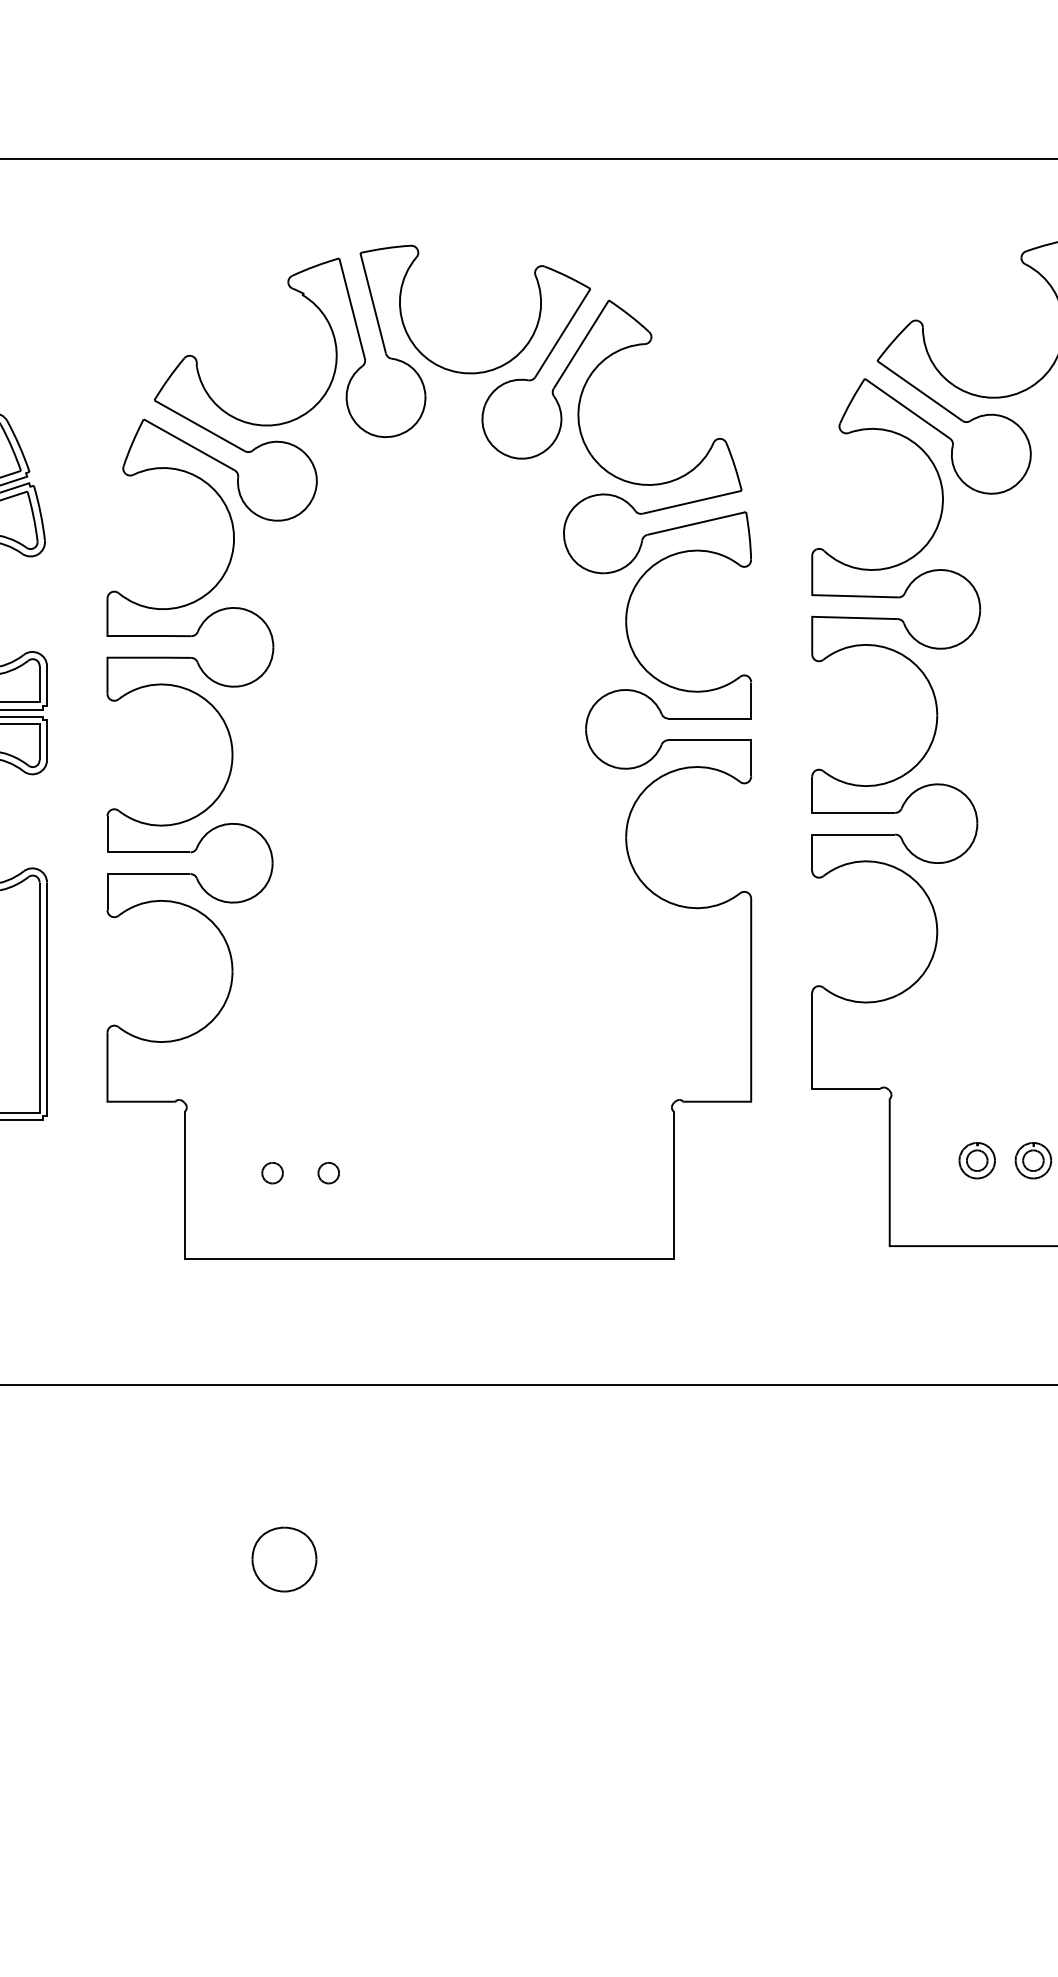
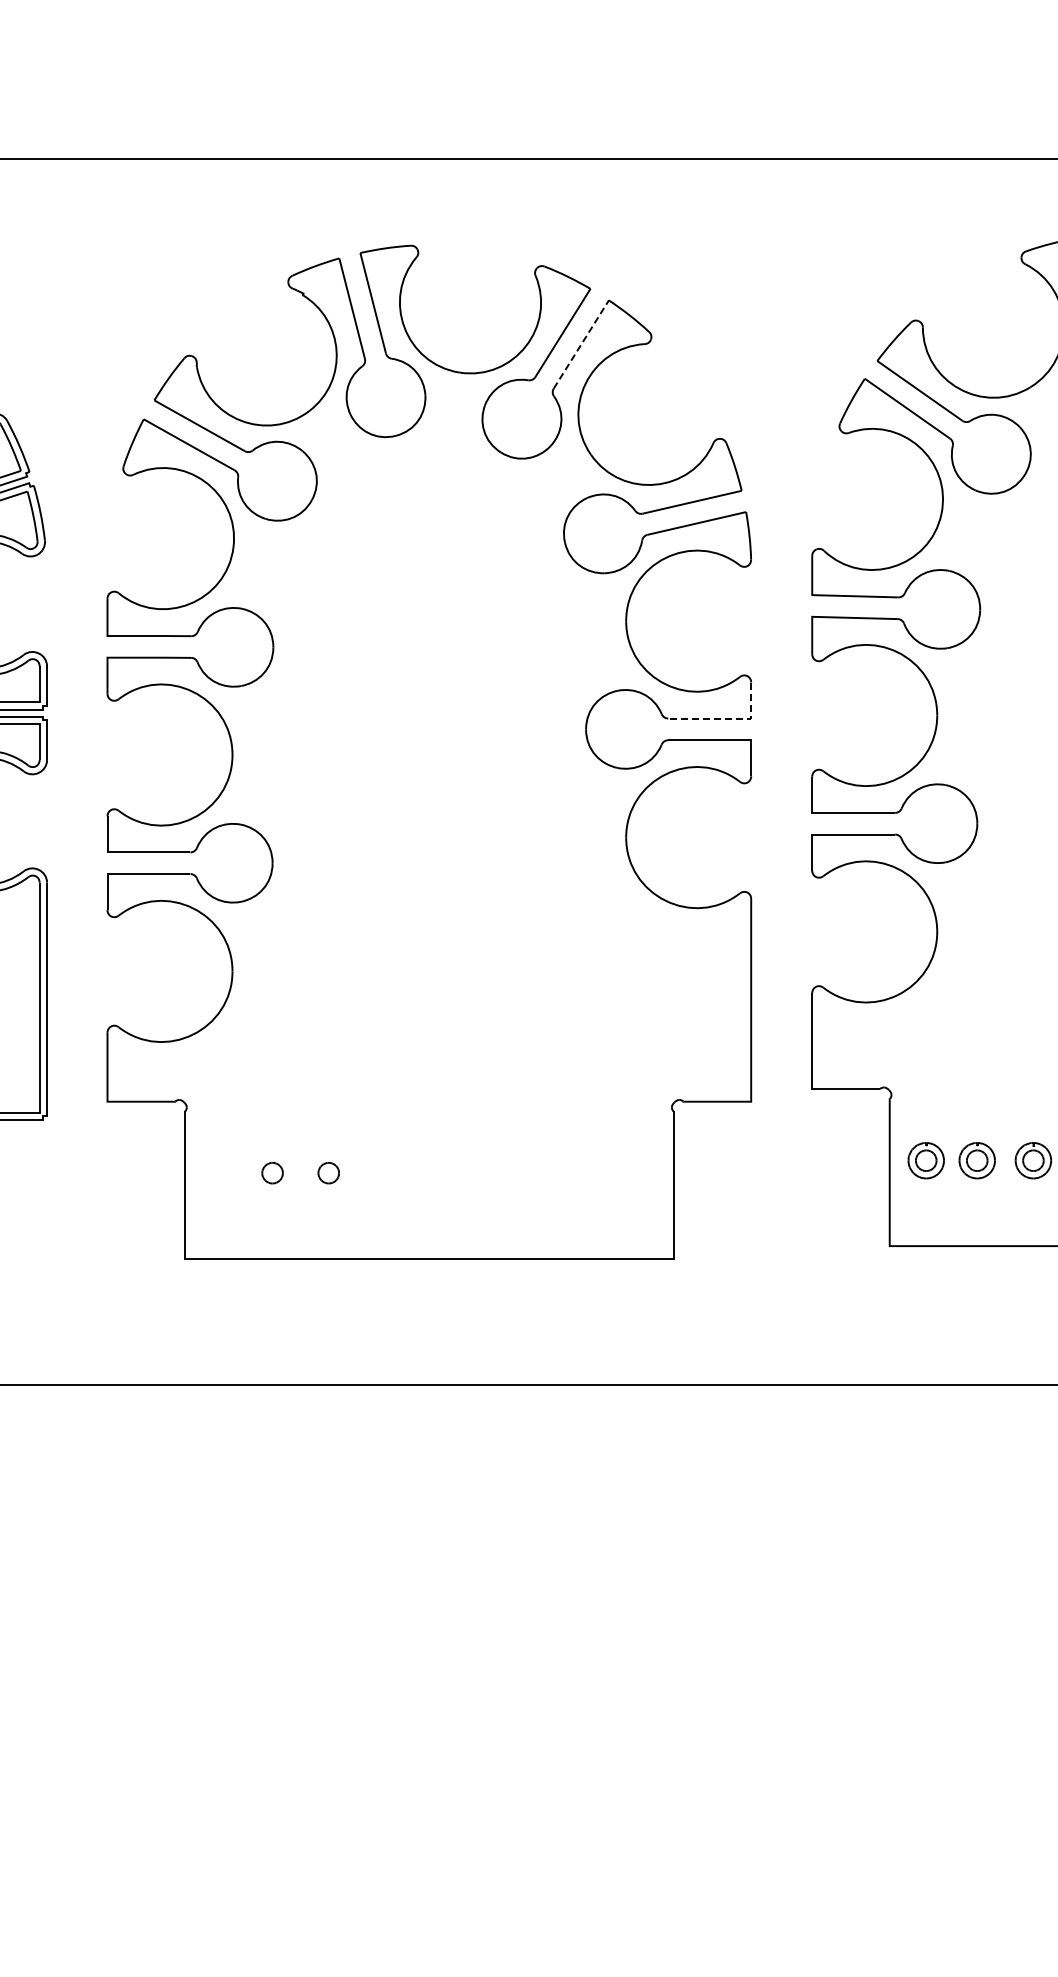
line at (581, 344): solid -> dashed
line at (728, 718): solid -> dashed
part at (925, 1160): none -> present
part at (284, 1559): present -> none
